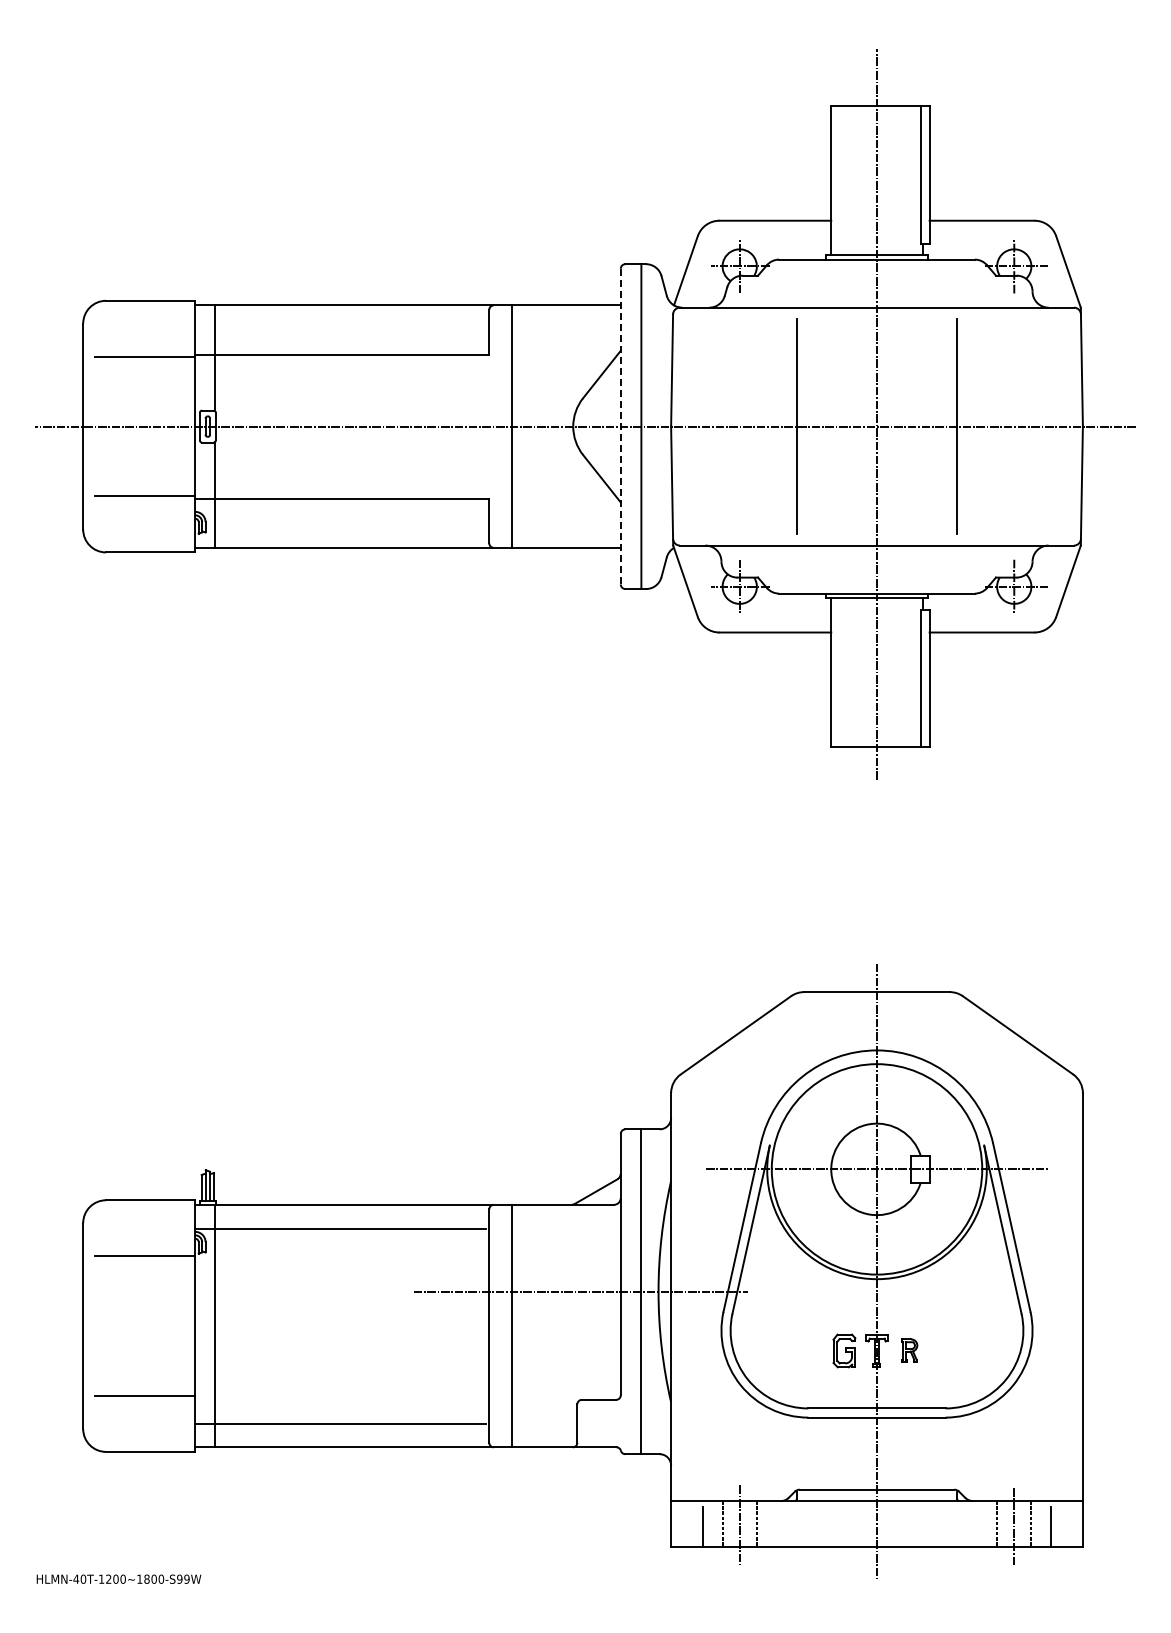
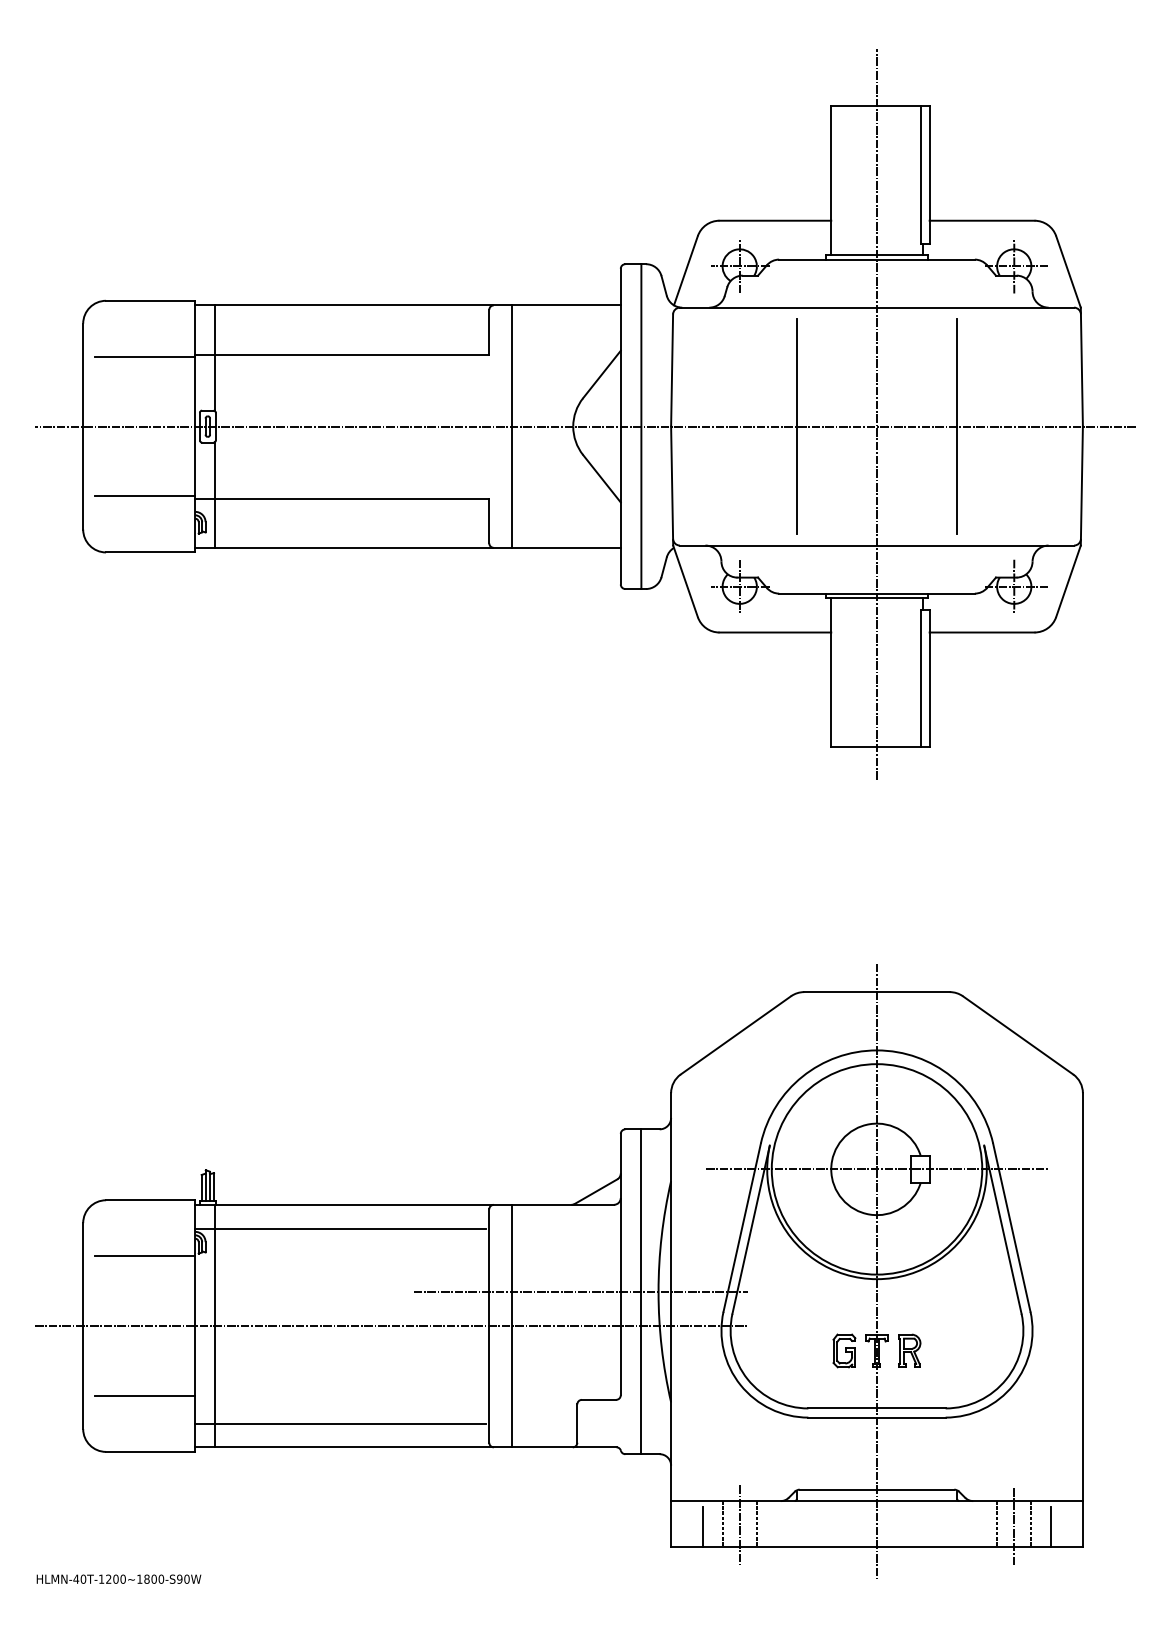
line at (620, 426): dashed -> solid
line at (391, 1326): none -> present
part at (909, 1350) size: 18x25 px -> 24x35 px
text at (186, 1579): HLMN-40T-1200~1800-S99W -> HLMN-40T-1200~1800-S90W
